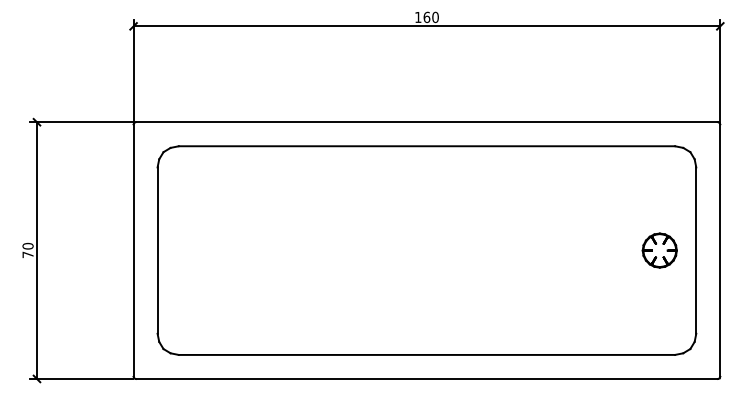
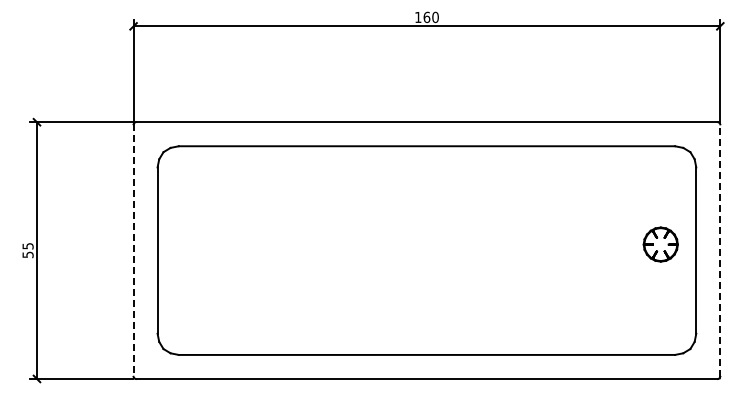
text at (27, 250): 70 -> 55
part at (659, 250) position: (659, 250) -> (660, 244)
line at (720, 250): solid -> dashed
line at (133, 251): solid -> dashed
